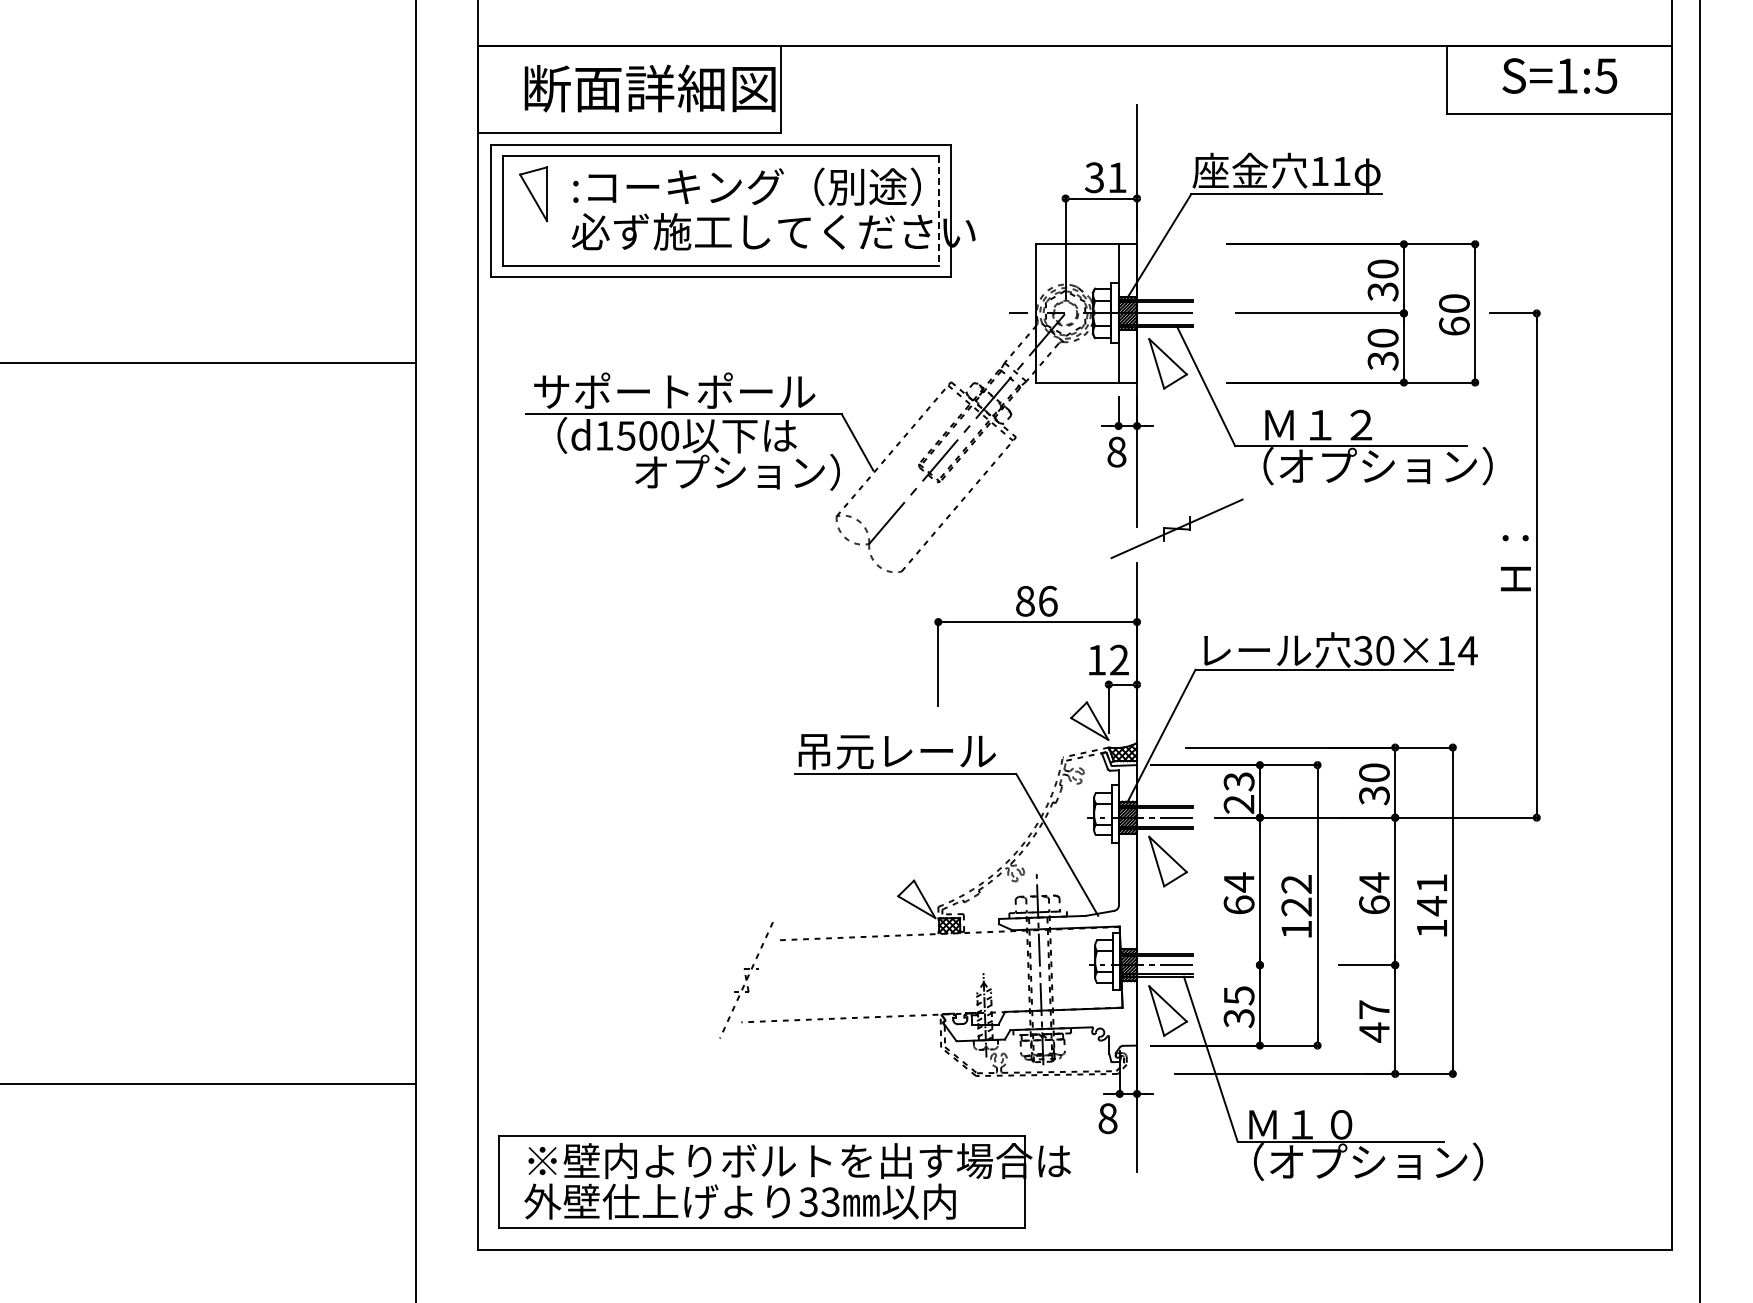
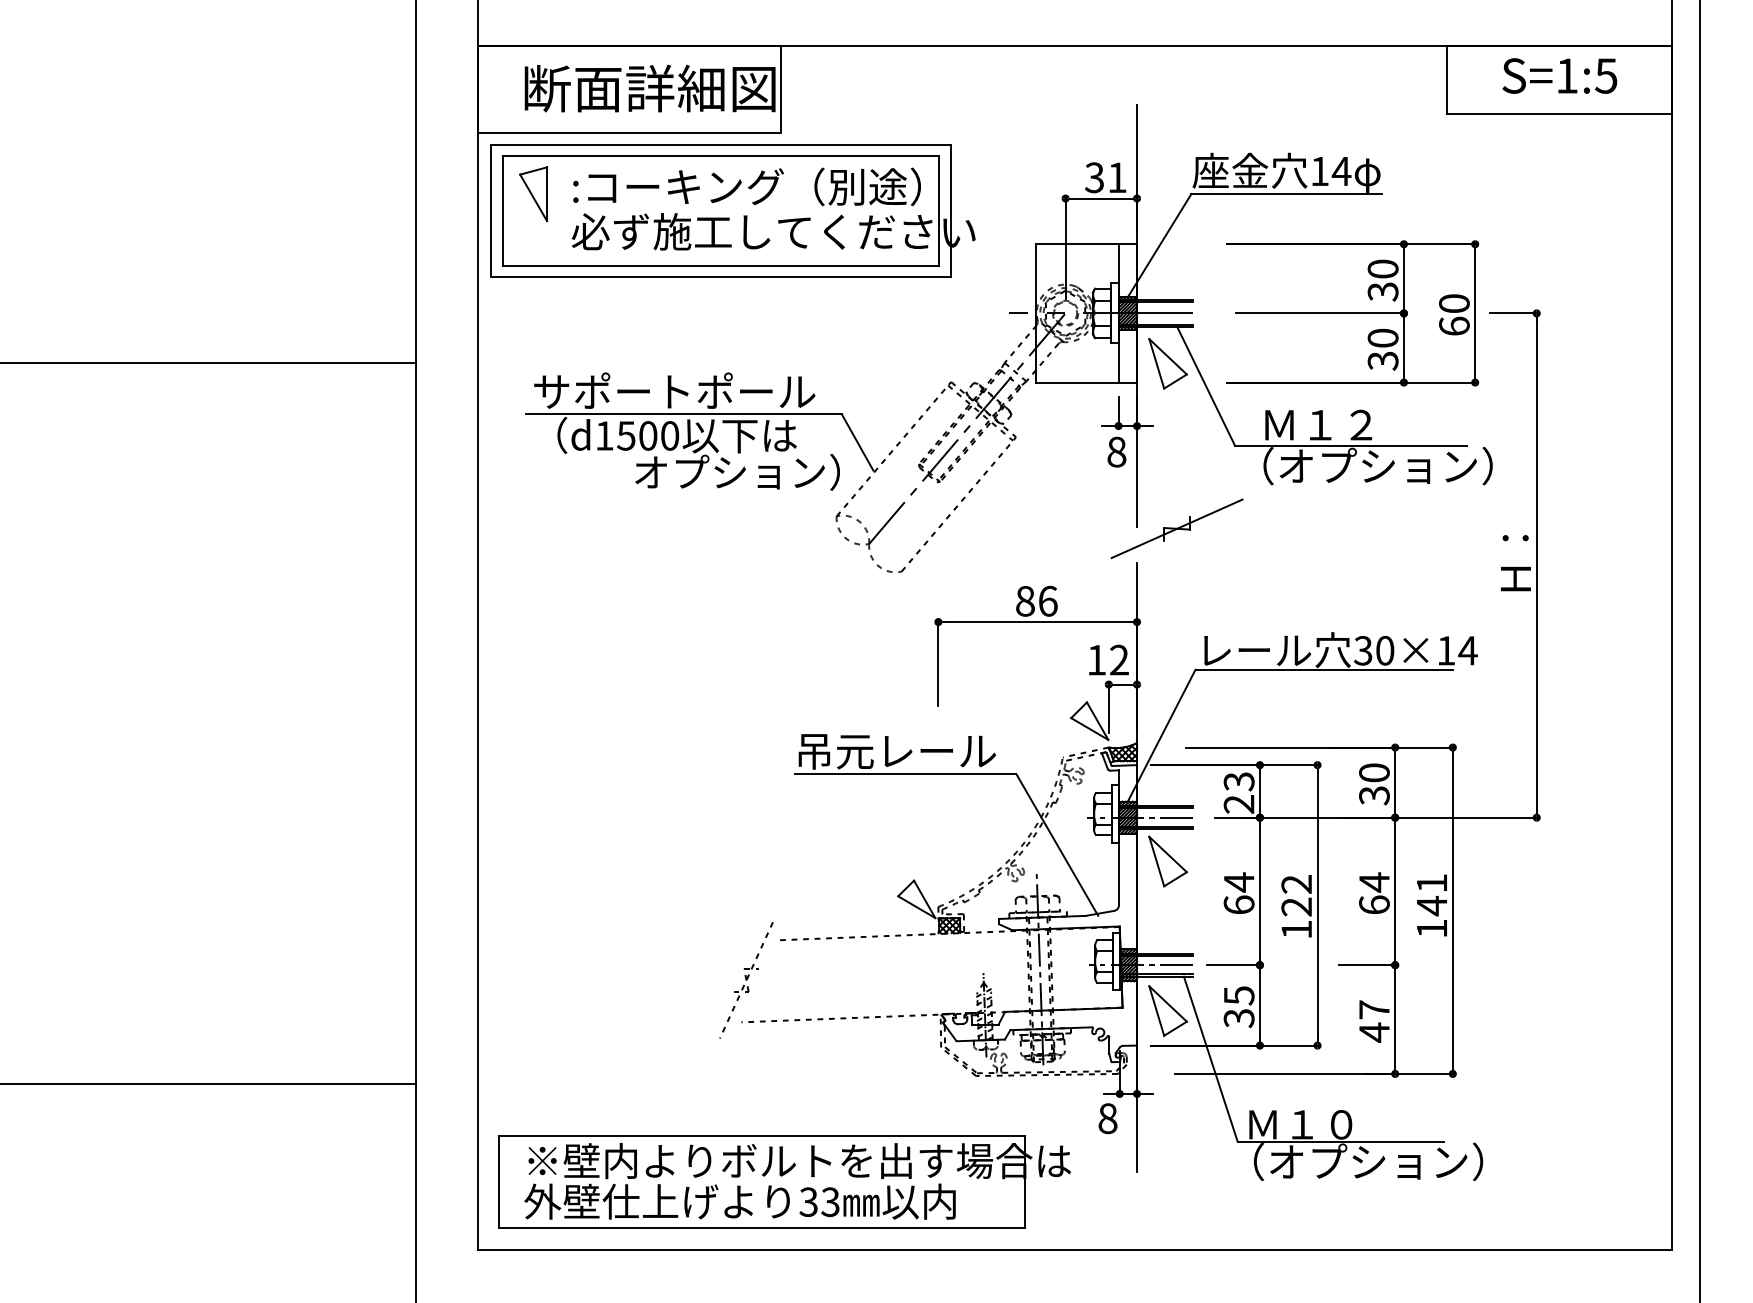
text at (1341, 171): 11 -> 14
line at (939, 211): dashed -> solid
line at (1233, 965): none -> present
